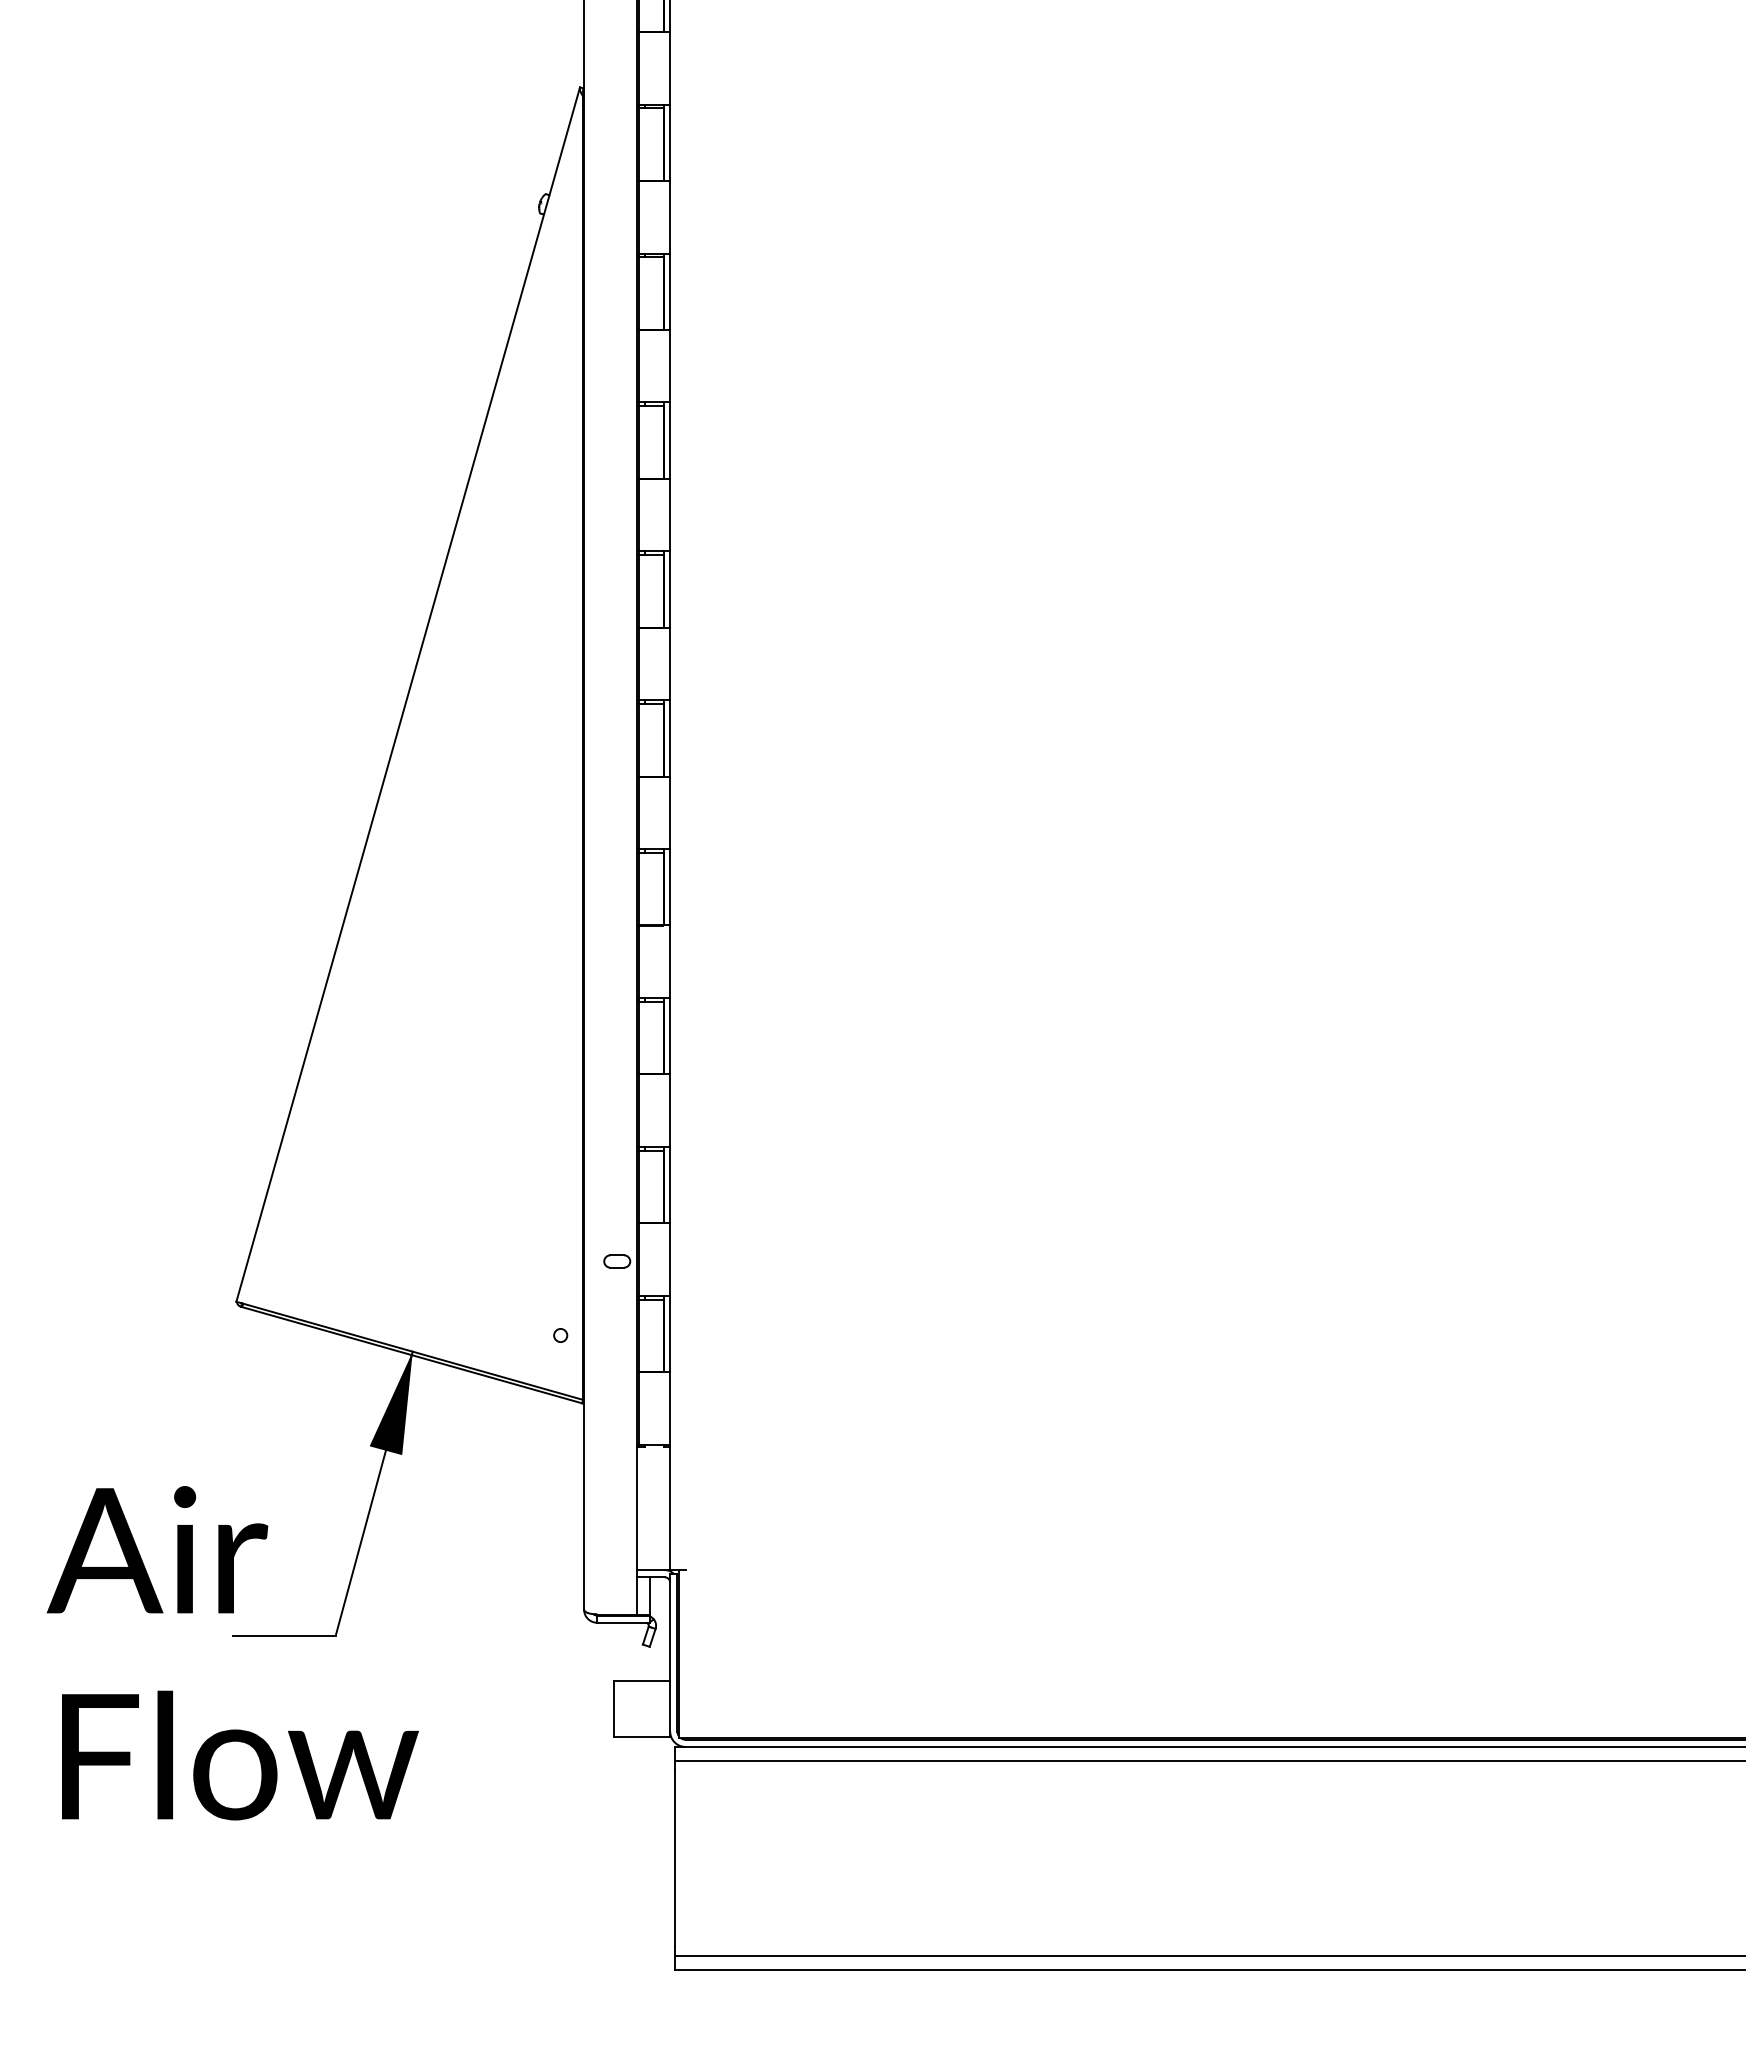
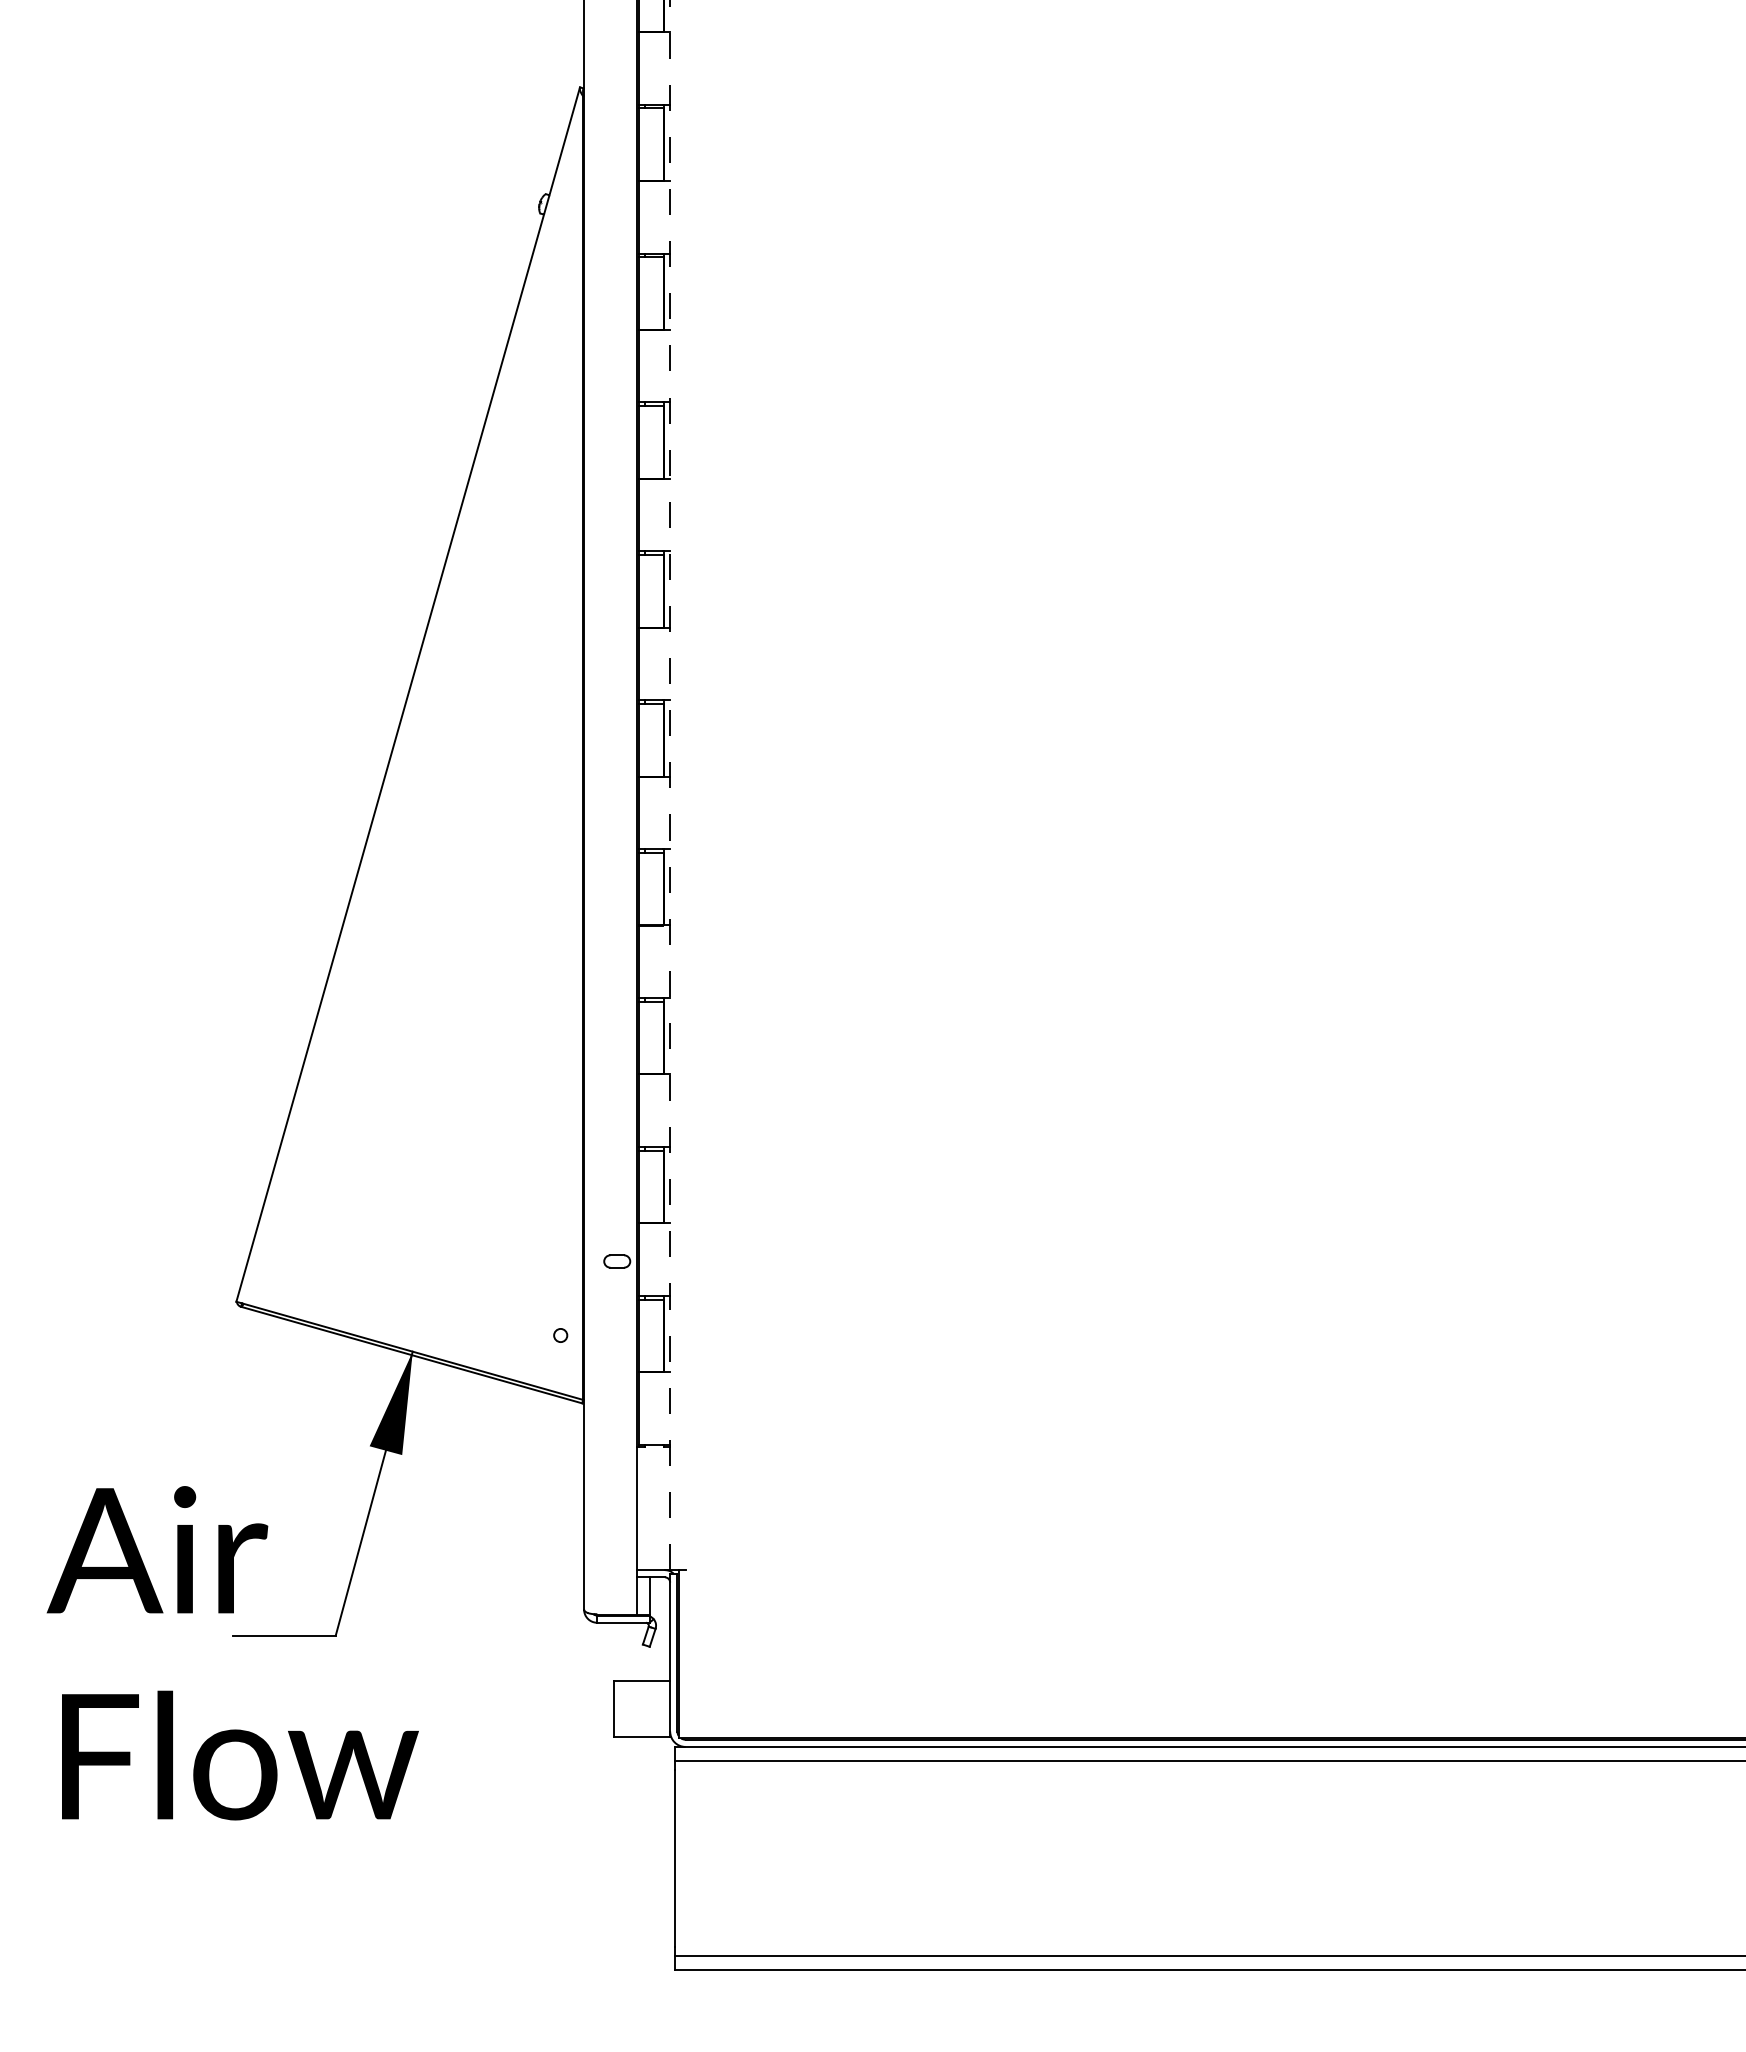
line at (670, 785): solid -> dashed
